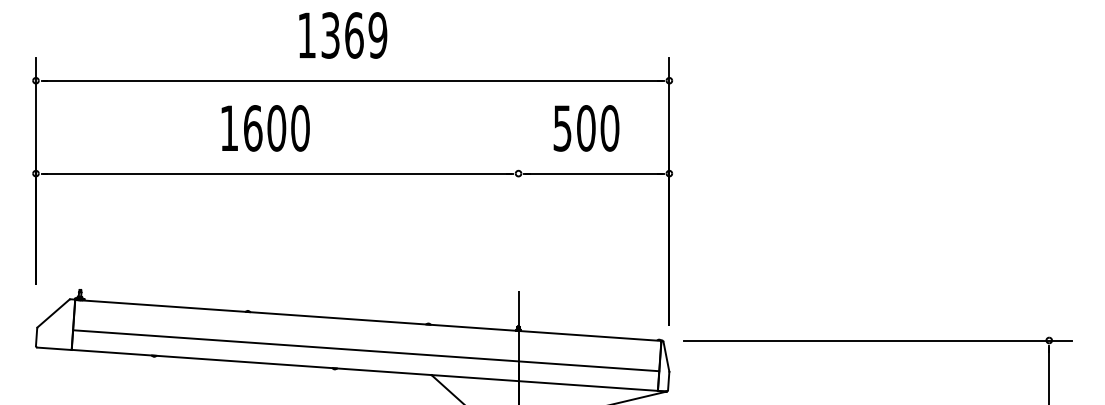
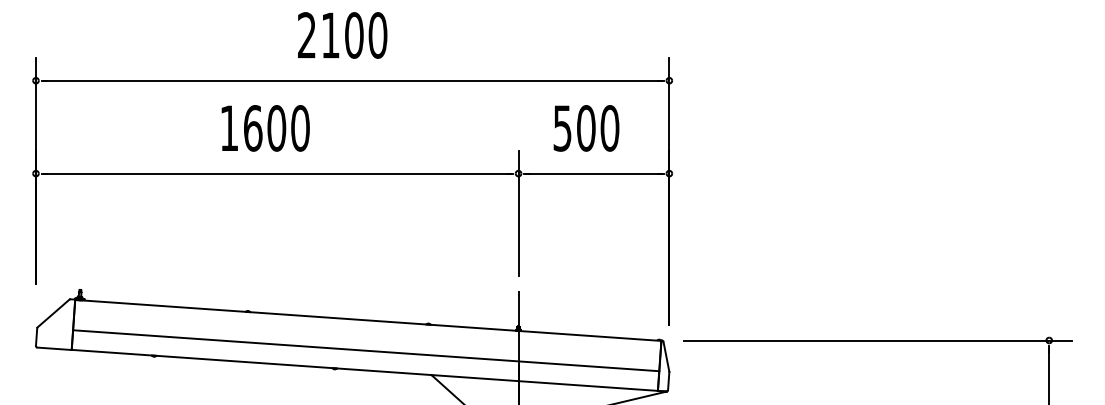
text at (342, 35): 1369 -> 2100
line at (518, 213): none -> present
